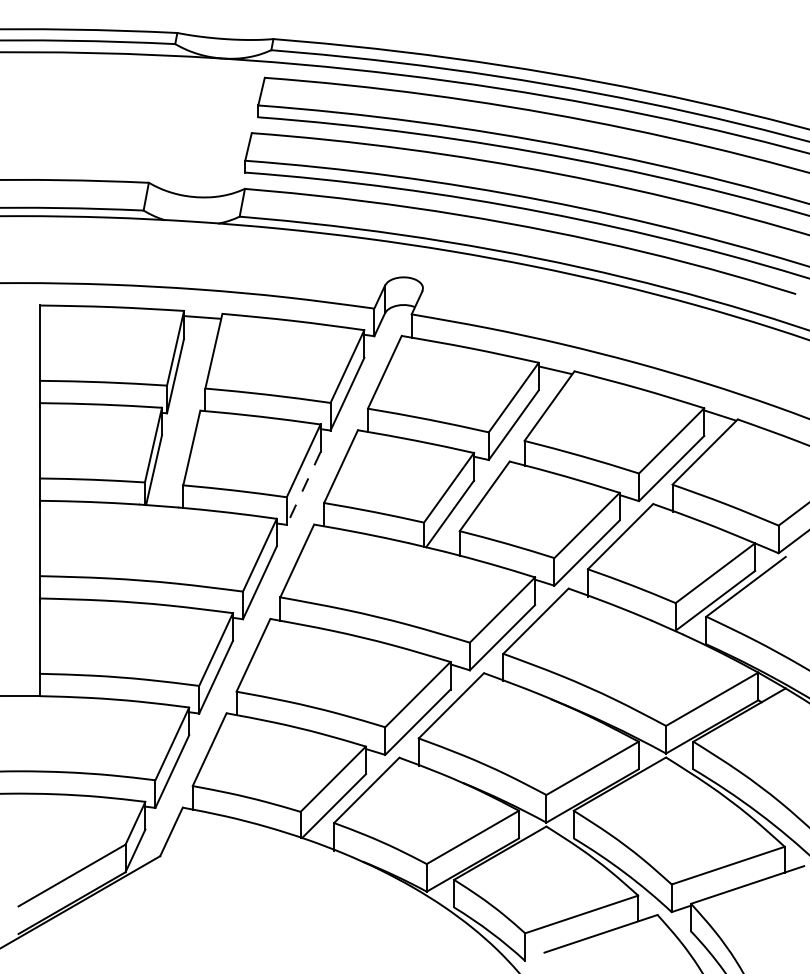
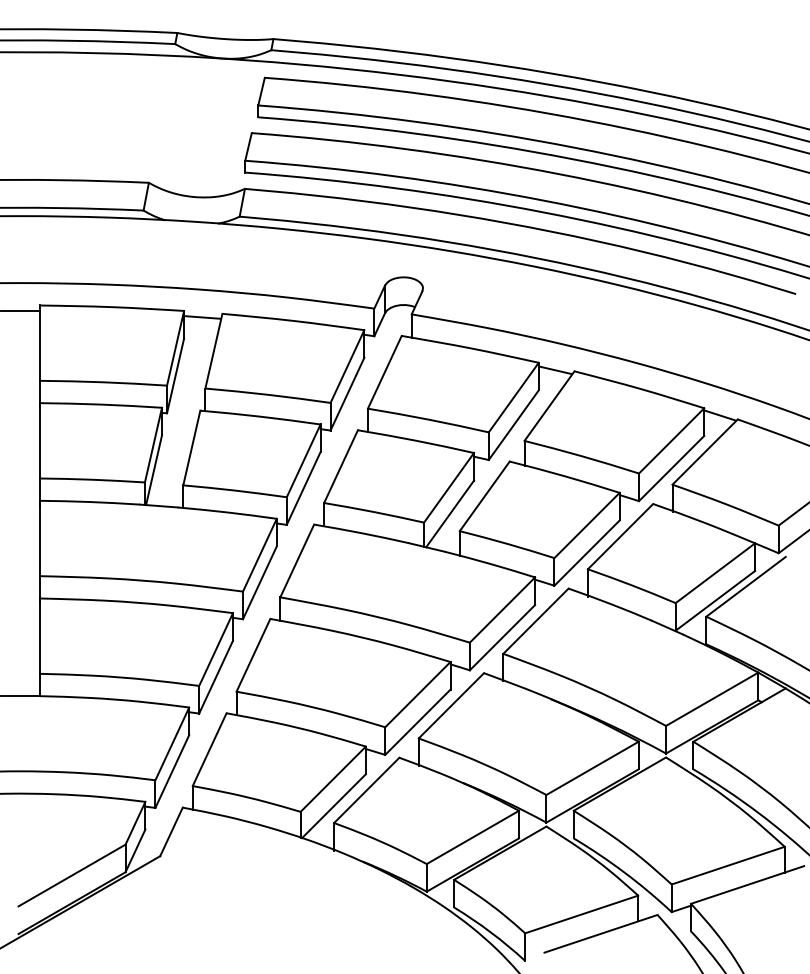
line at (20, 310): none -> present
line at (303, 488): dashed -> solid
